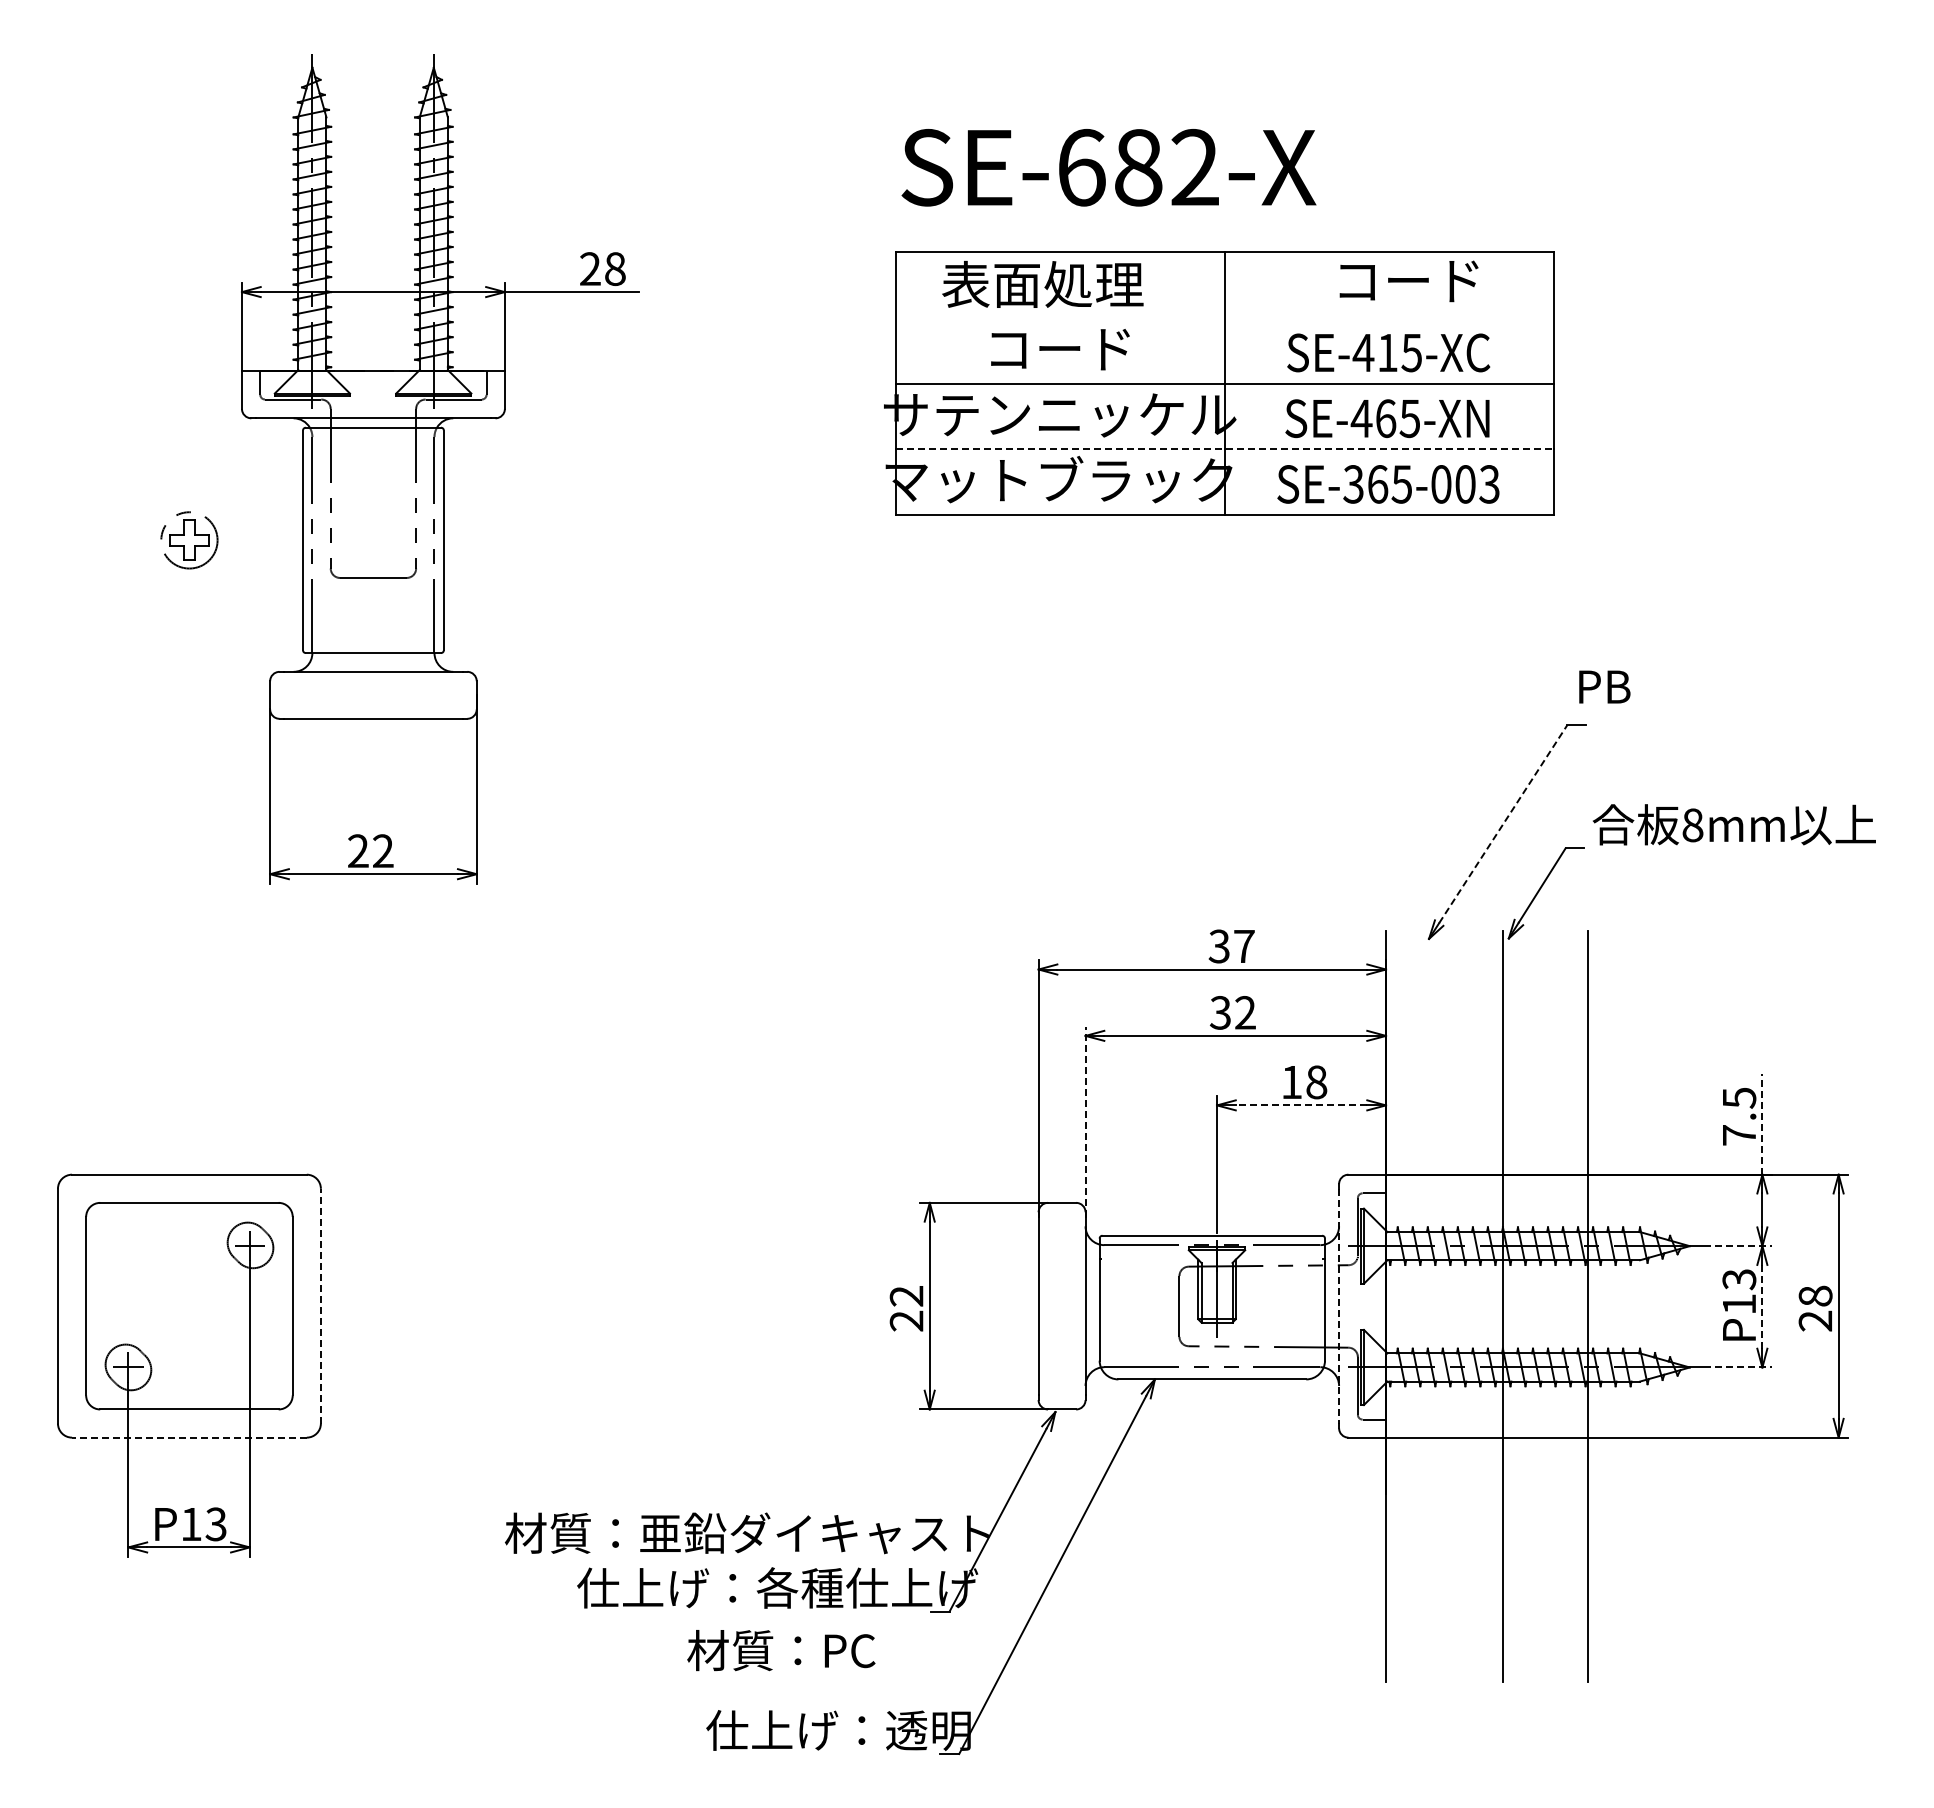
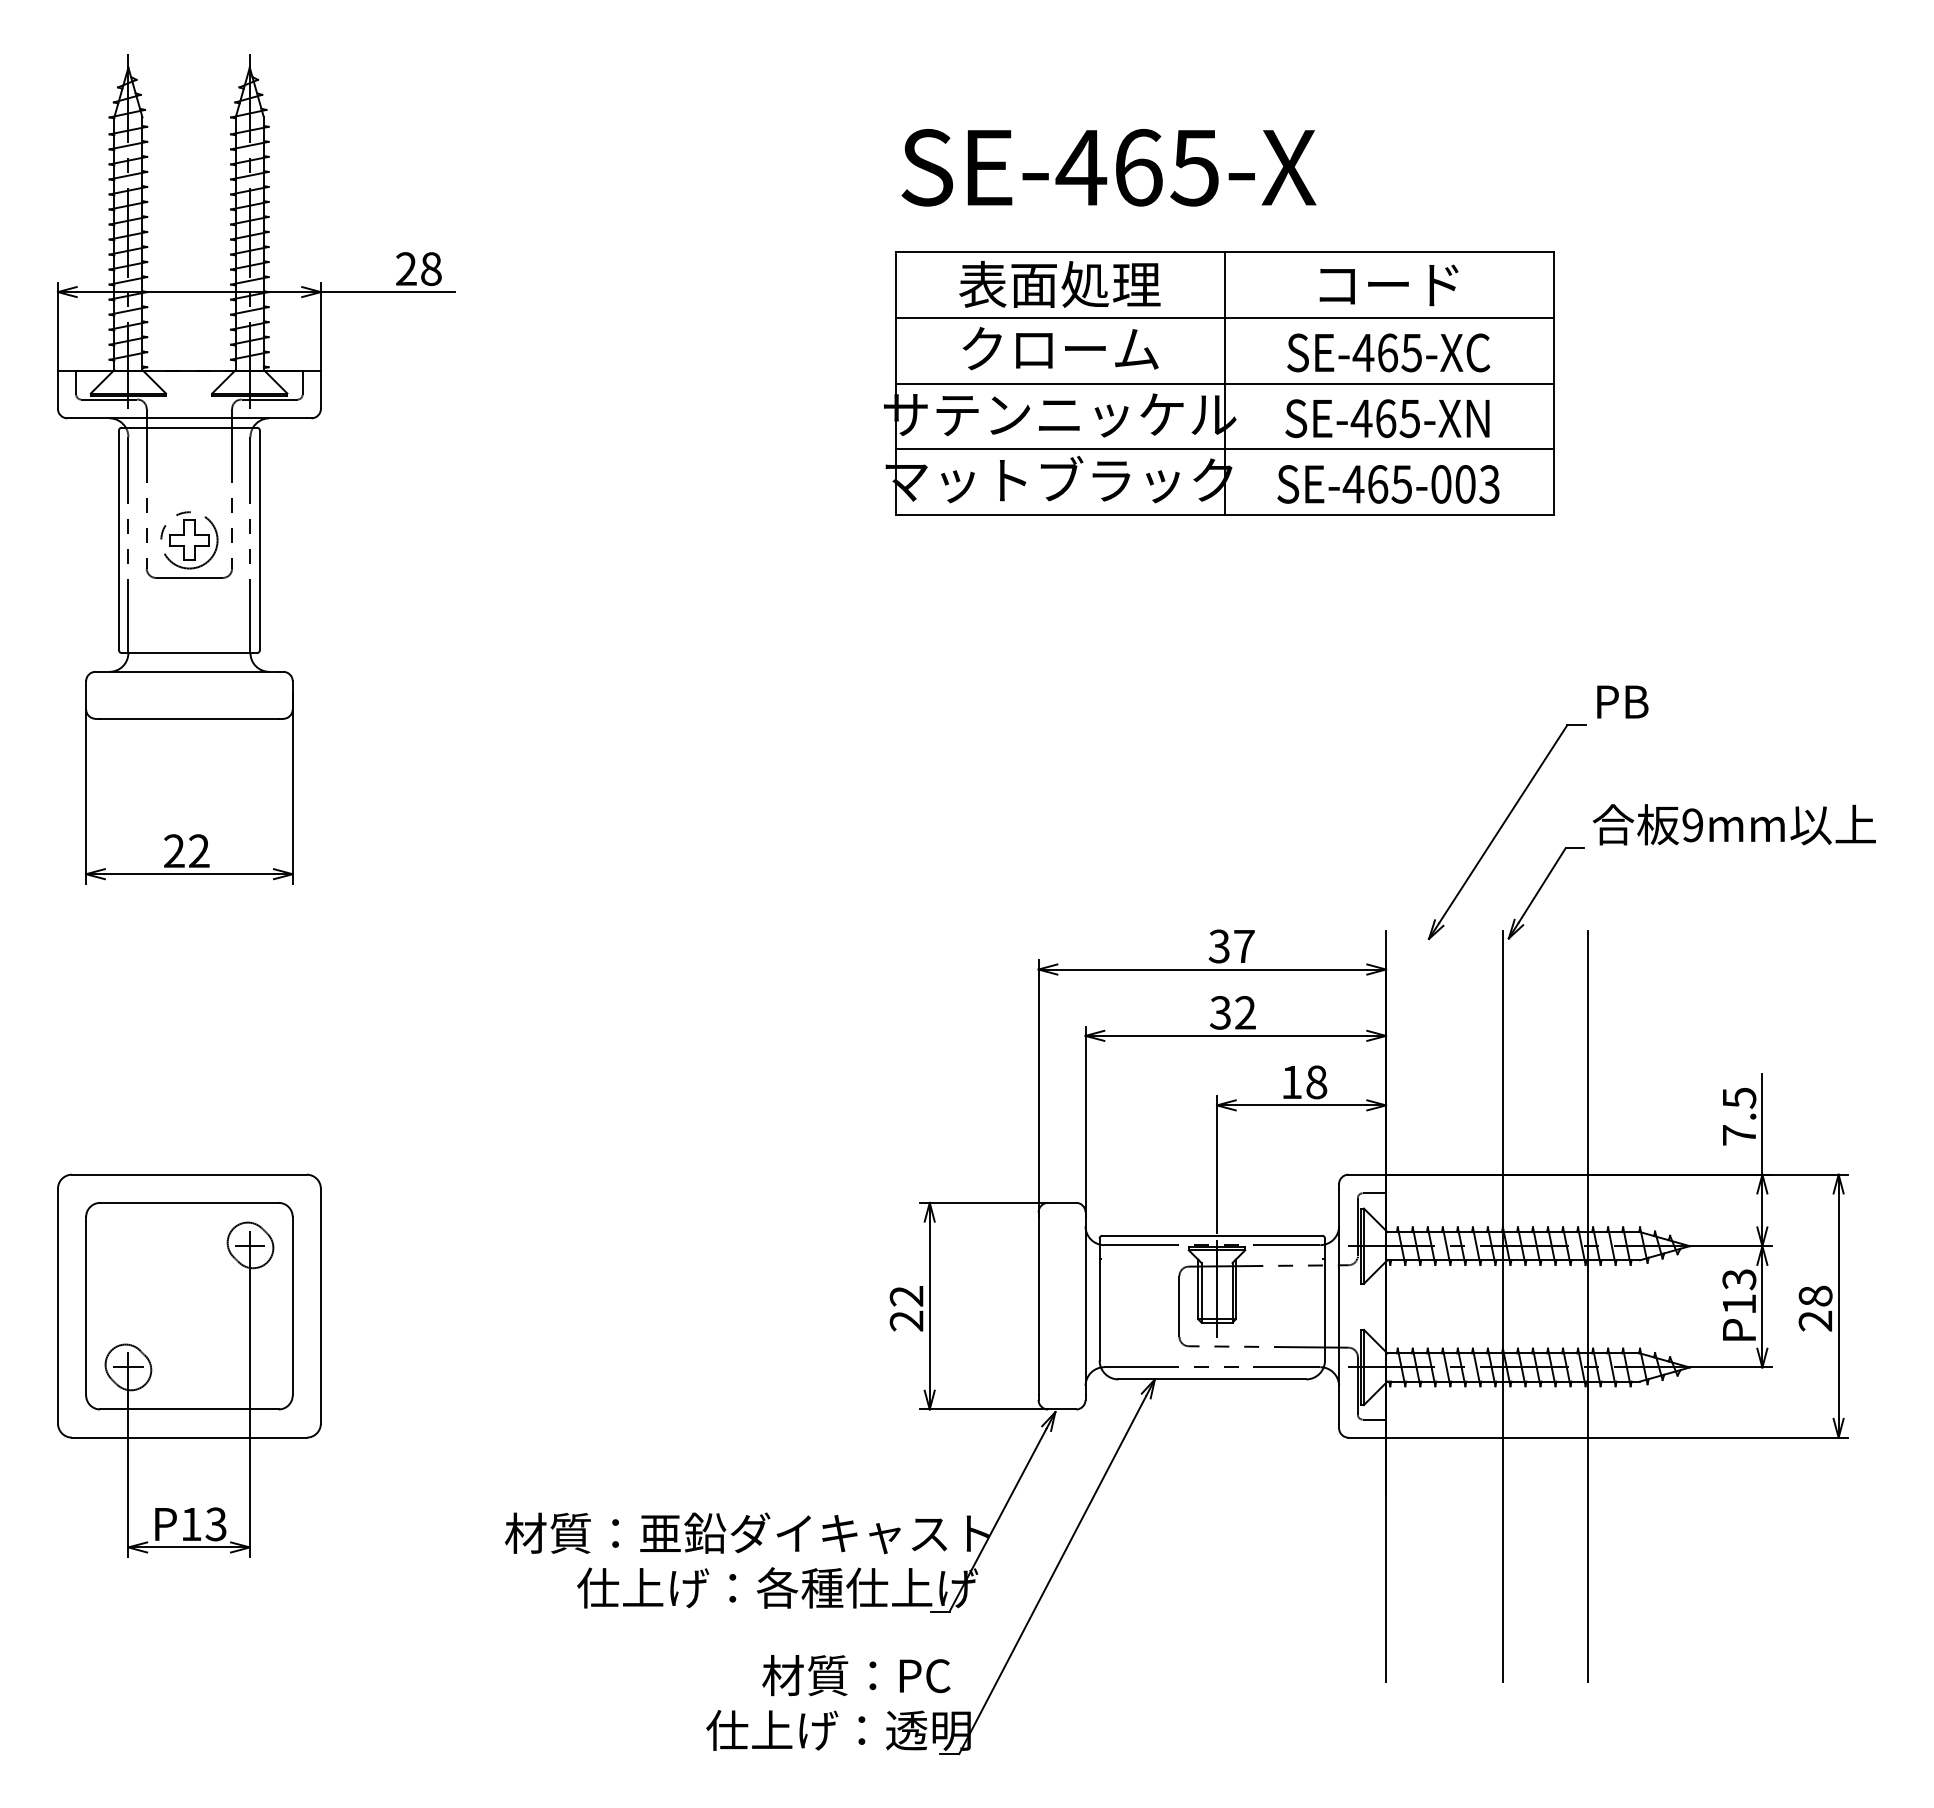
text at (1136, 167): SE-682-X -> SE-465-X
text at (1408, 281) position: (1408, 281) -> (1388, 285)
text at (1042, 284) position: (1042, 284) -> (1059, 284)
line at (1224, 318): none -> present
text at (1060, 348): コード -> クローム
text at (1388, 352): SE-415-XC -> SE-465-XC
line at (1225, 449): dashed -> solid
part at (440, 469) position: (440, 469) -> (256, 469)
text at (1353, 484): SE-365-003 -> SE-465-003
text at (1604, 686) position: (1604, 686) -> (1622, 701)
line at (1503, 824): dashed -> solid
text at (1692, 825): 8mm -> 9mm
line at (1301, 1105): dashed -> solid
line at (1085, 1121): dashed -> solid
line at (1762, 1123): dashed -> solid
line at (1738, 1246): dashed -> solid
line at (320, 1305): dashed -> solid
line at (1339, 1306): dashed -> solid
line at (1762, 1306): dashed -> solid
line at (1738, 1367): dashed -> solid
line at (188, 1437): dashed -> solid
text at (781, 1650) position: (781, 1650) -> (856, 1675)
